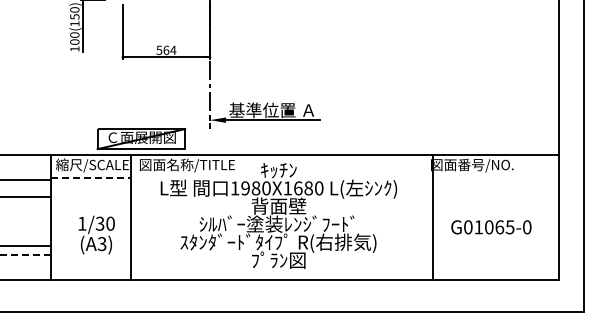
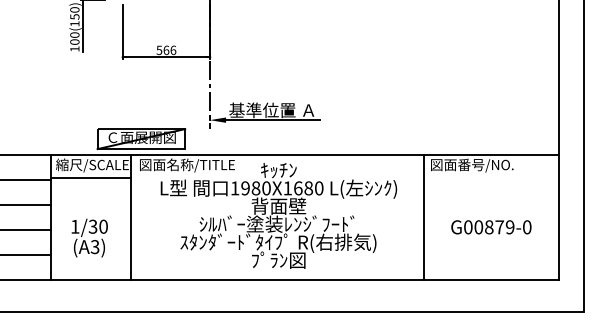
text at (173, 50): 564 -> 566
line at (91, 178): dashed -> solid
line at (26, 196) position: (26, 196) -> (26, 204)
line at (432, 217) position: (432, 217) -> (423, 217)
text at (494, 227): G01065-0 -> G00879-0
text at (96, 234) position: (96, 234) -> (89, 237)
line at (26, 245) position: (26, 245) -> (26, 229)
line at (26, 254): dashed -> solid
